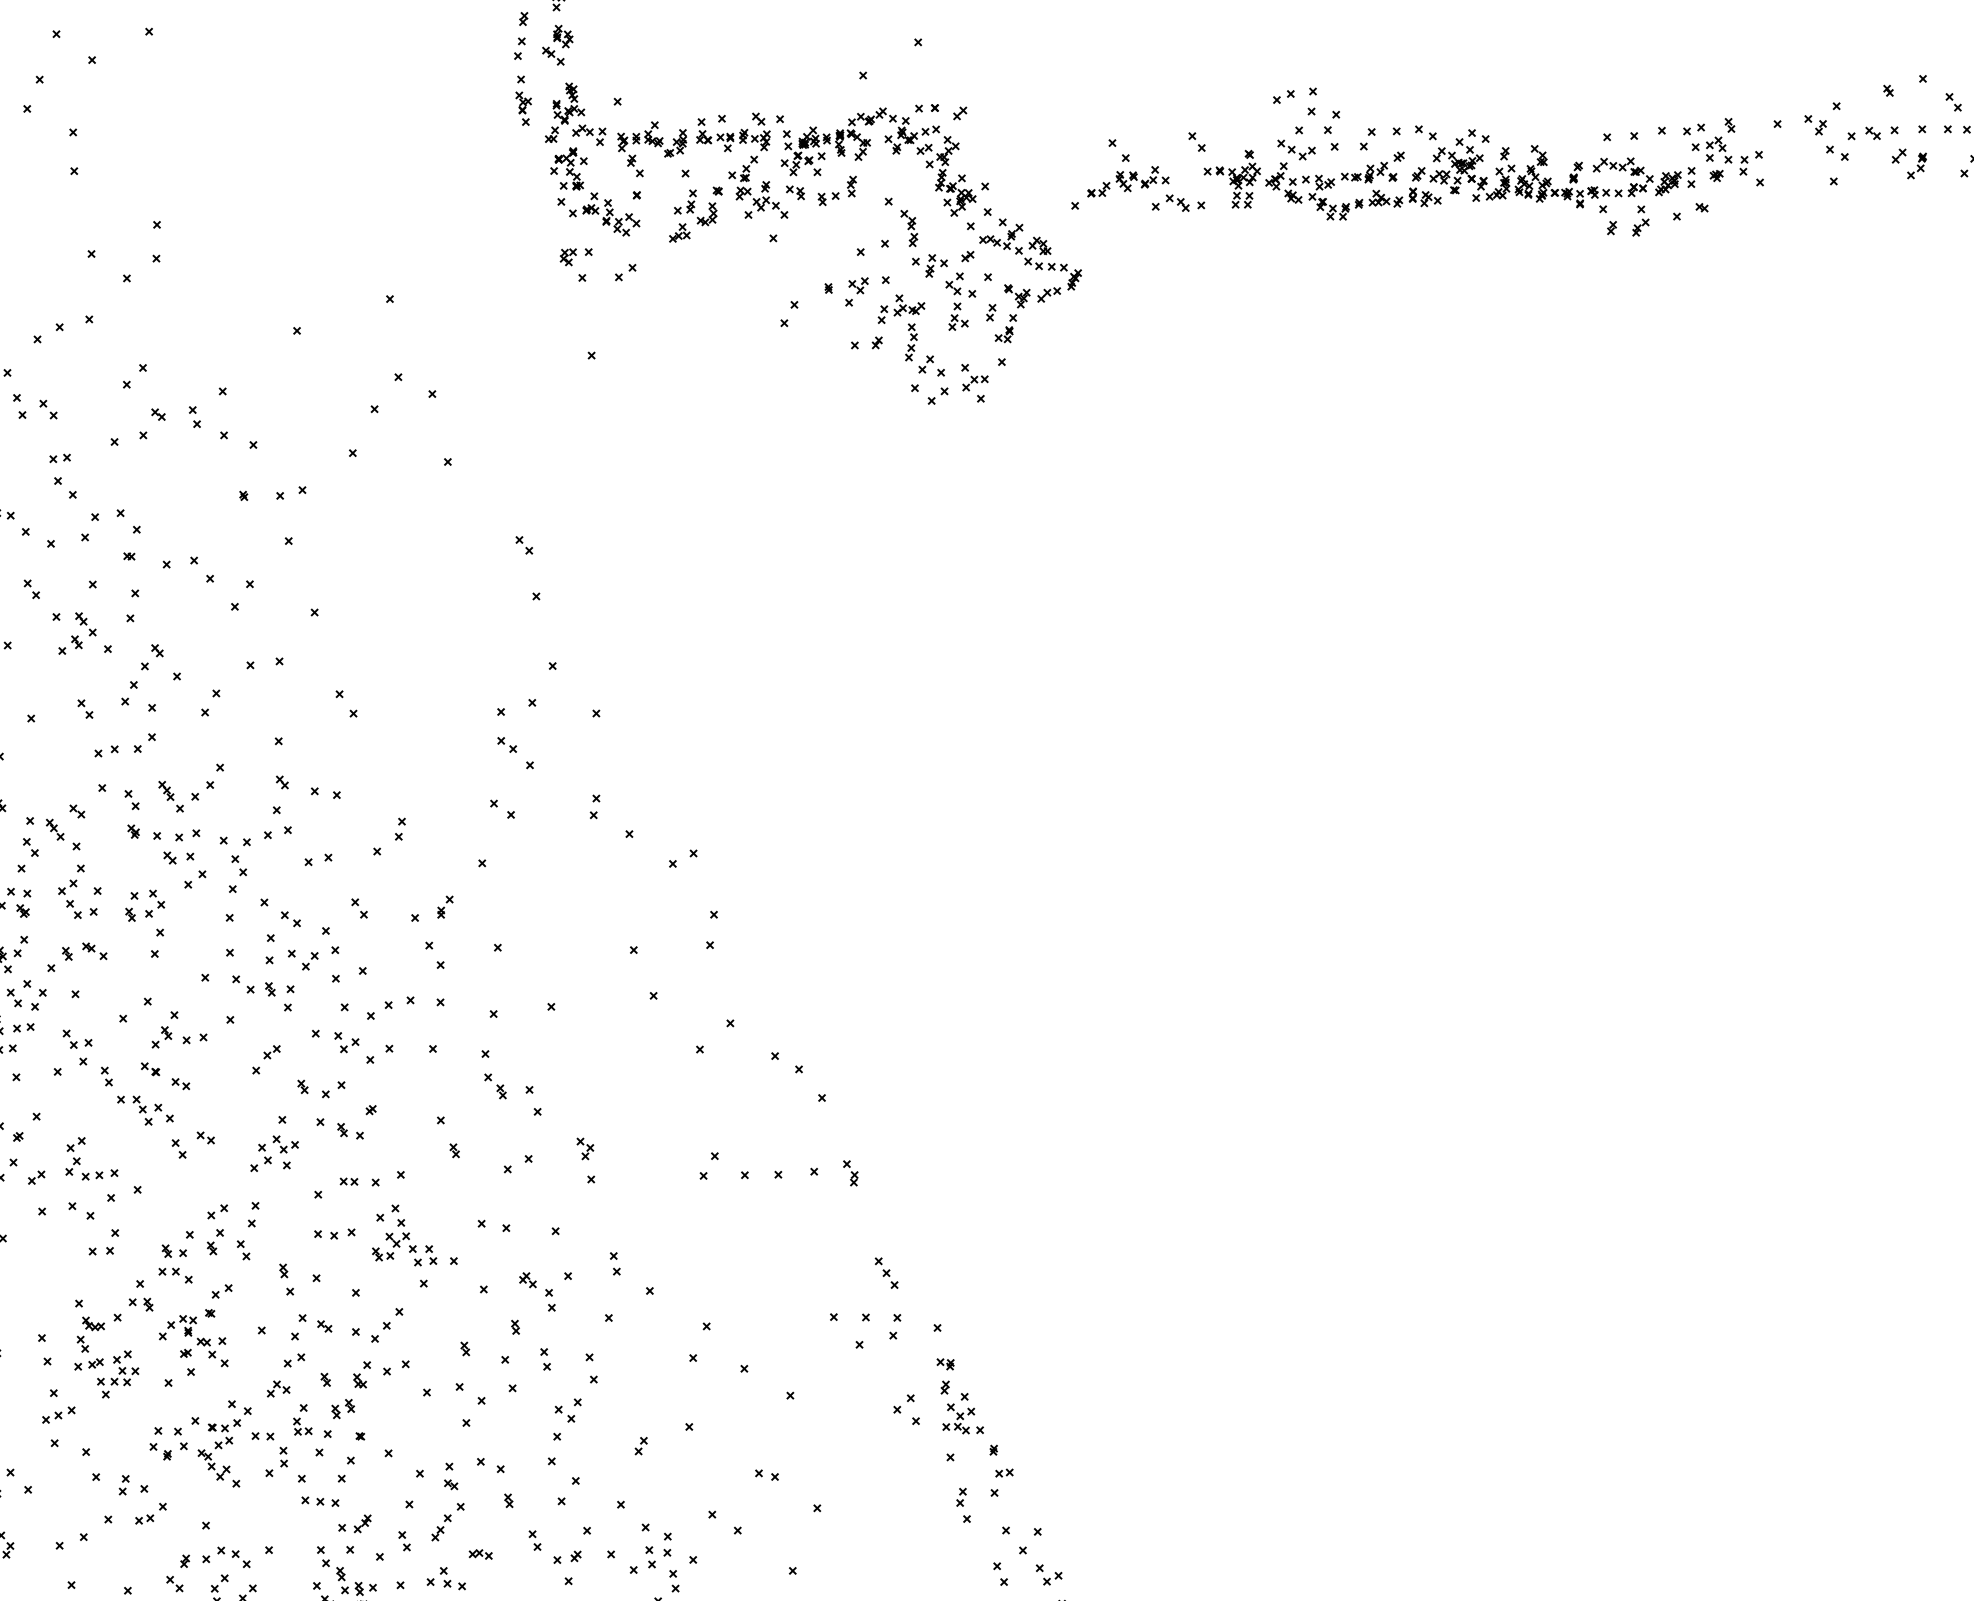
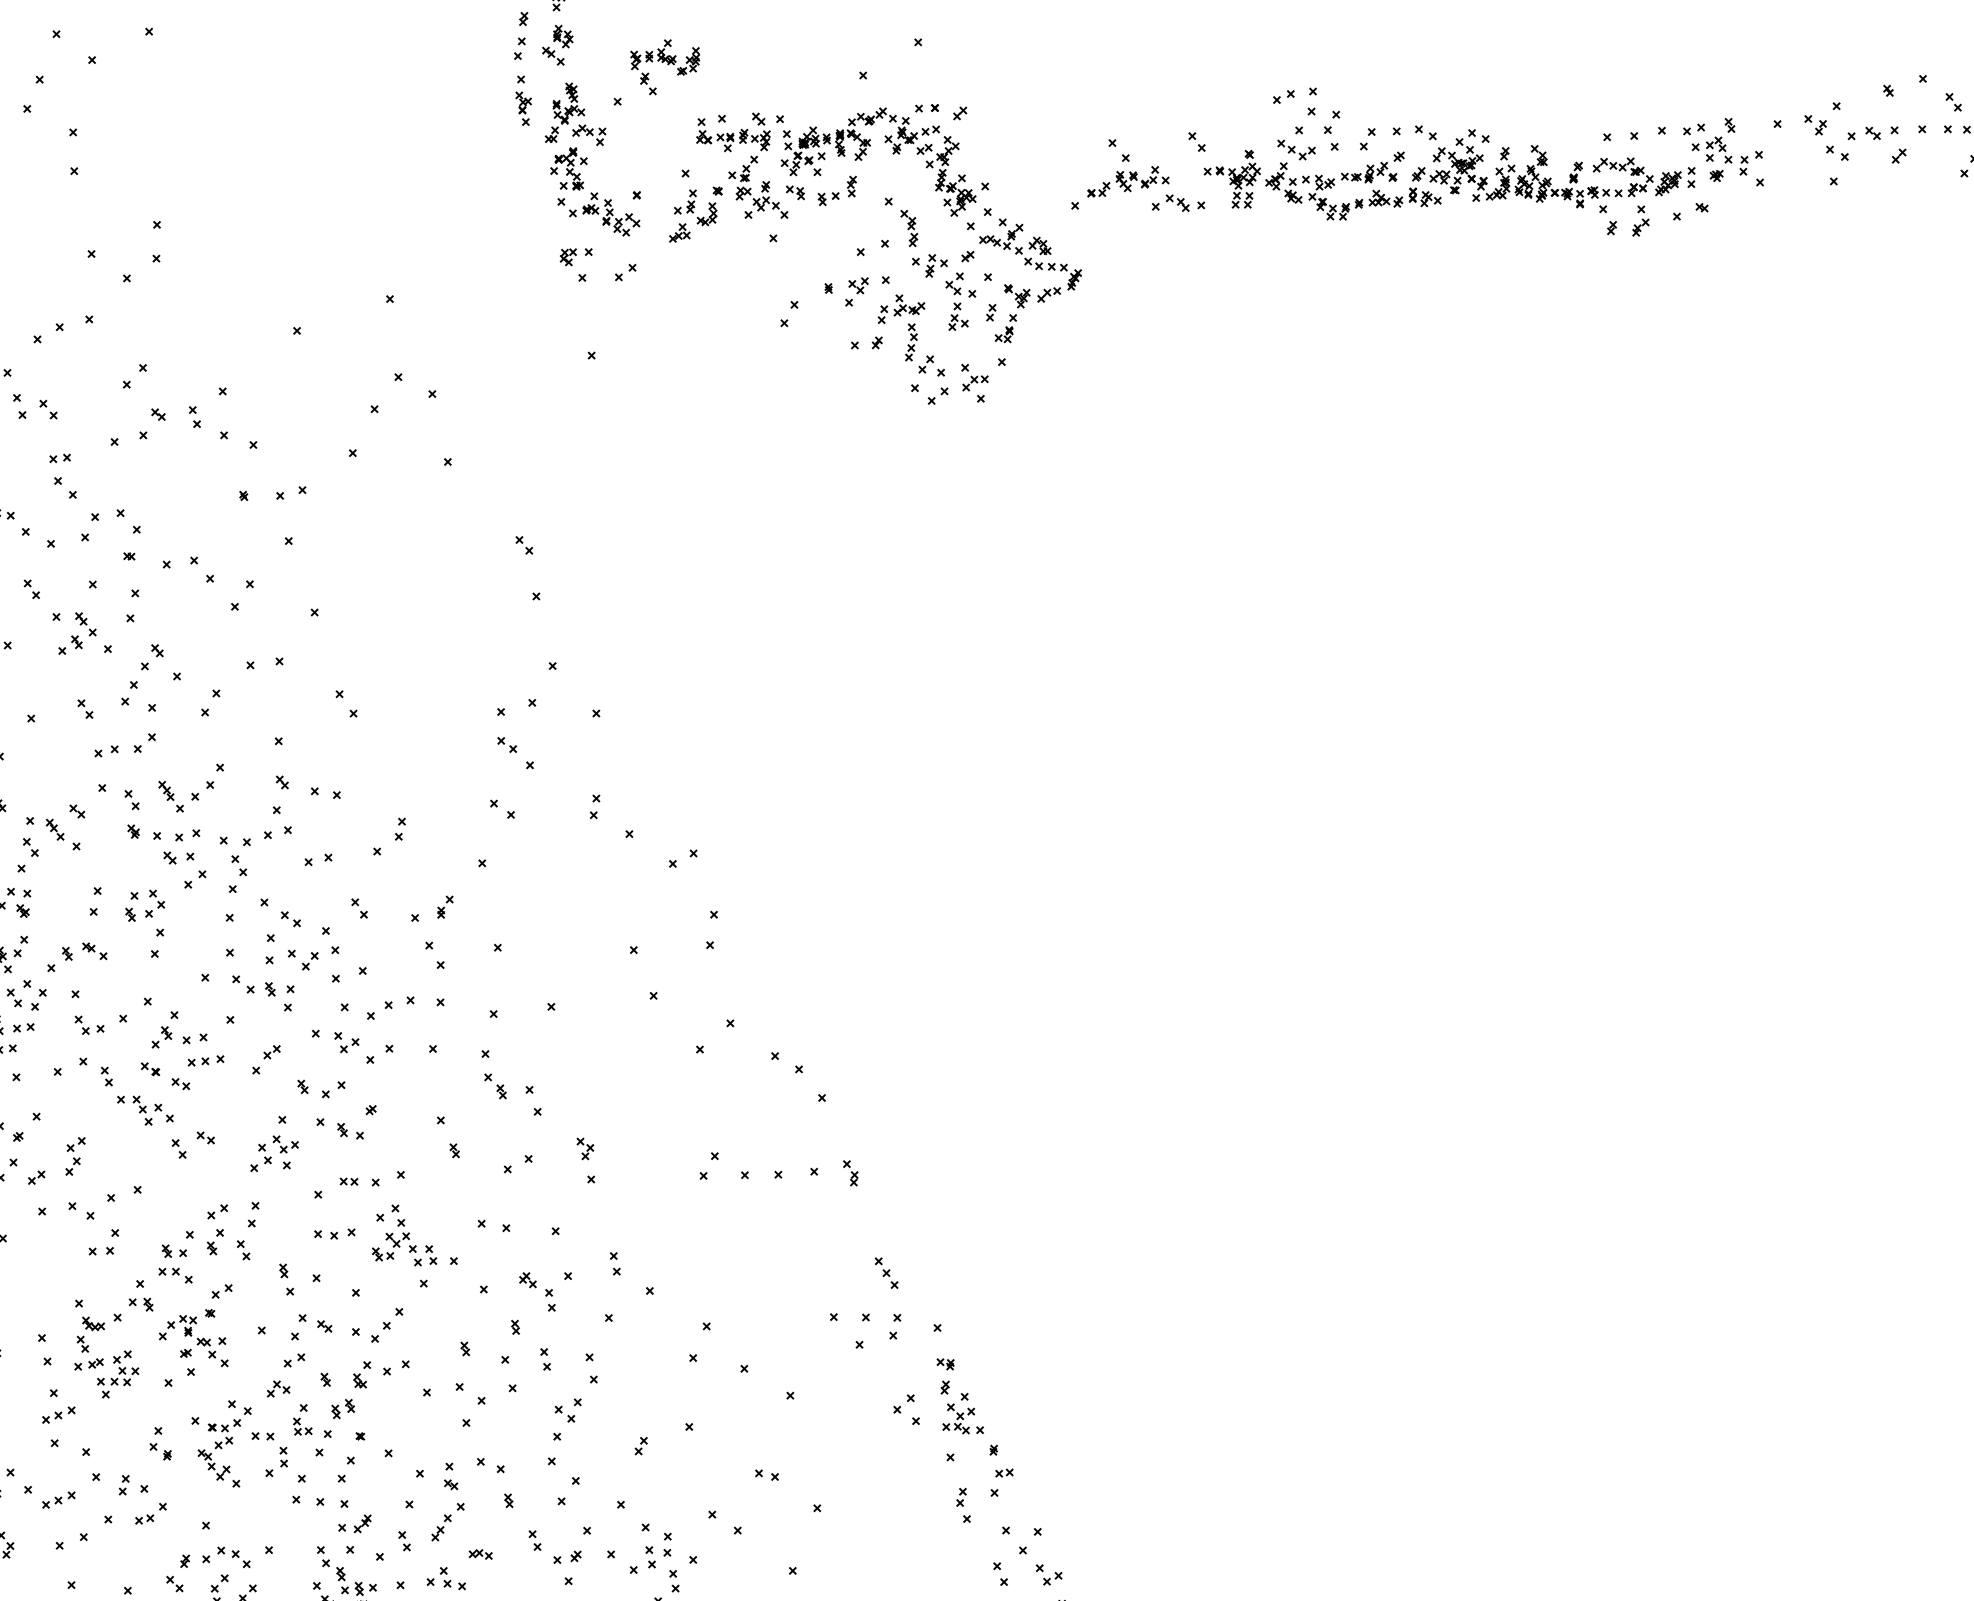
part at (652, 149) position: (652, 149) -> (665, 67)
part at (1916, 165): present -> none
part at (71, 891): present -> none
part at (77, 1038) position: (77, 1038) -> (89, 1024)
part at (99, 1174) position: (99, 1174) -> (205, 1060)
part at (180, 1438): present -> none
part at (58, 1499): none -> present
part at (320, 1501) size: 39x11 px -> 57x13 px
